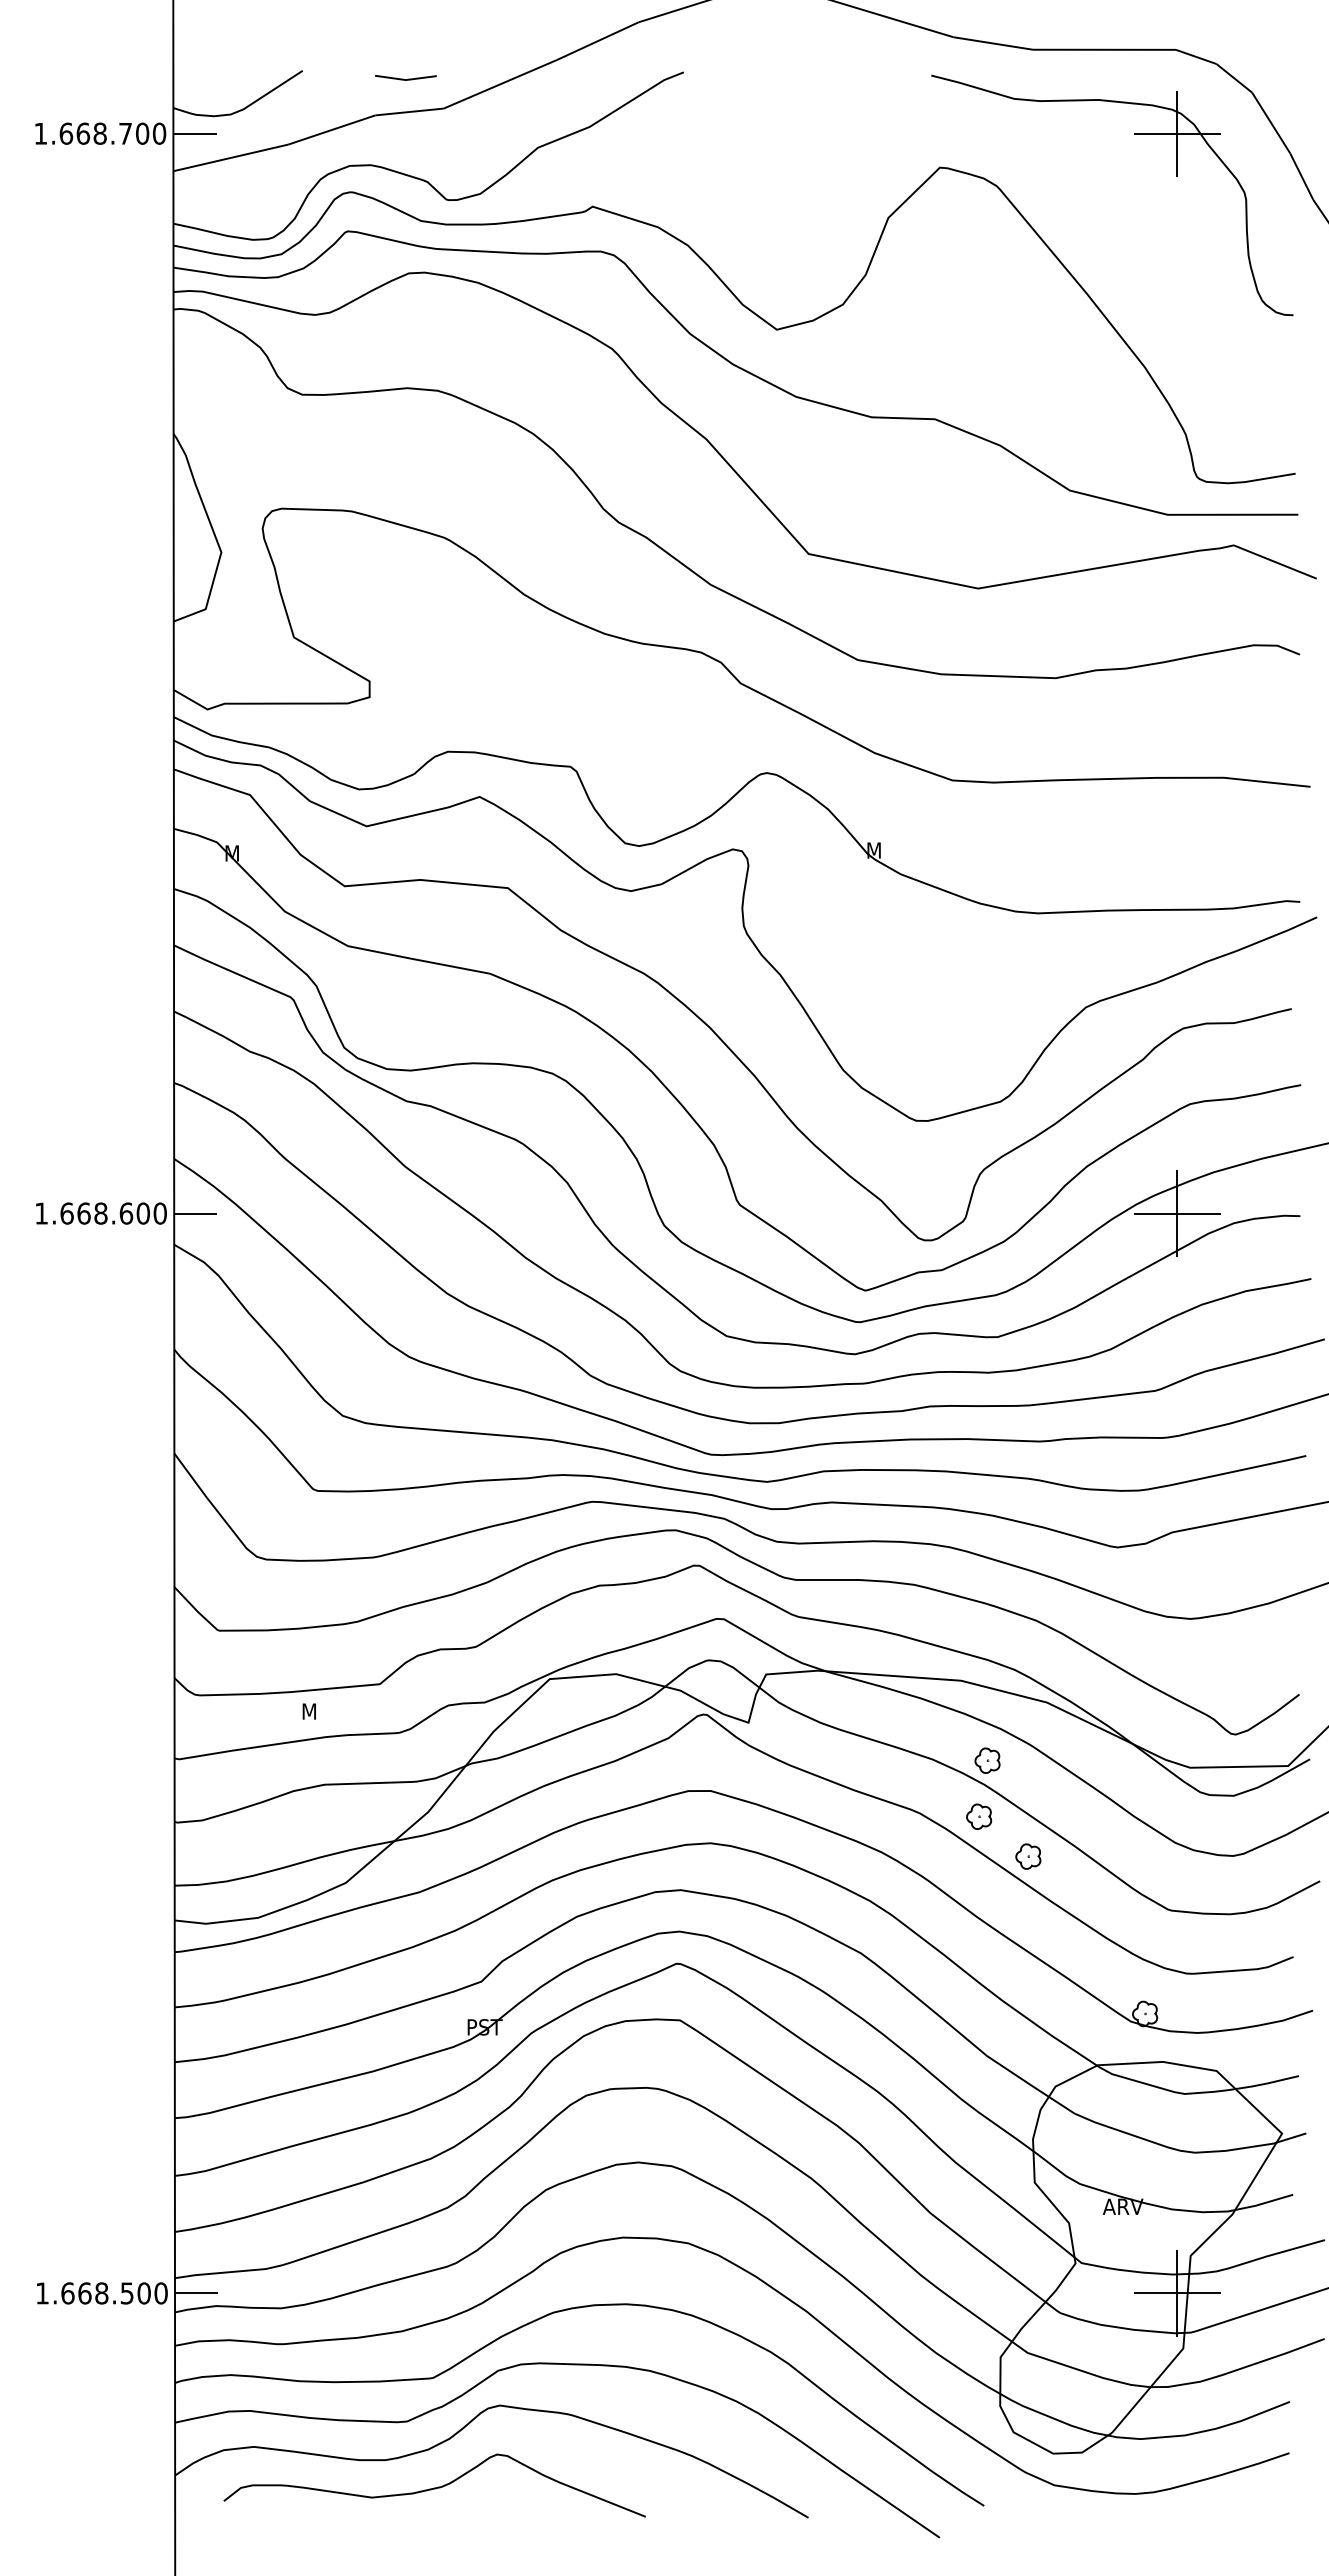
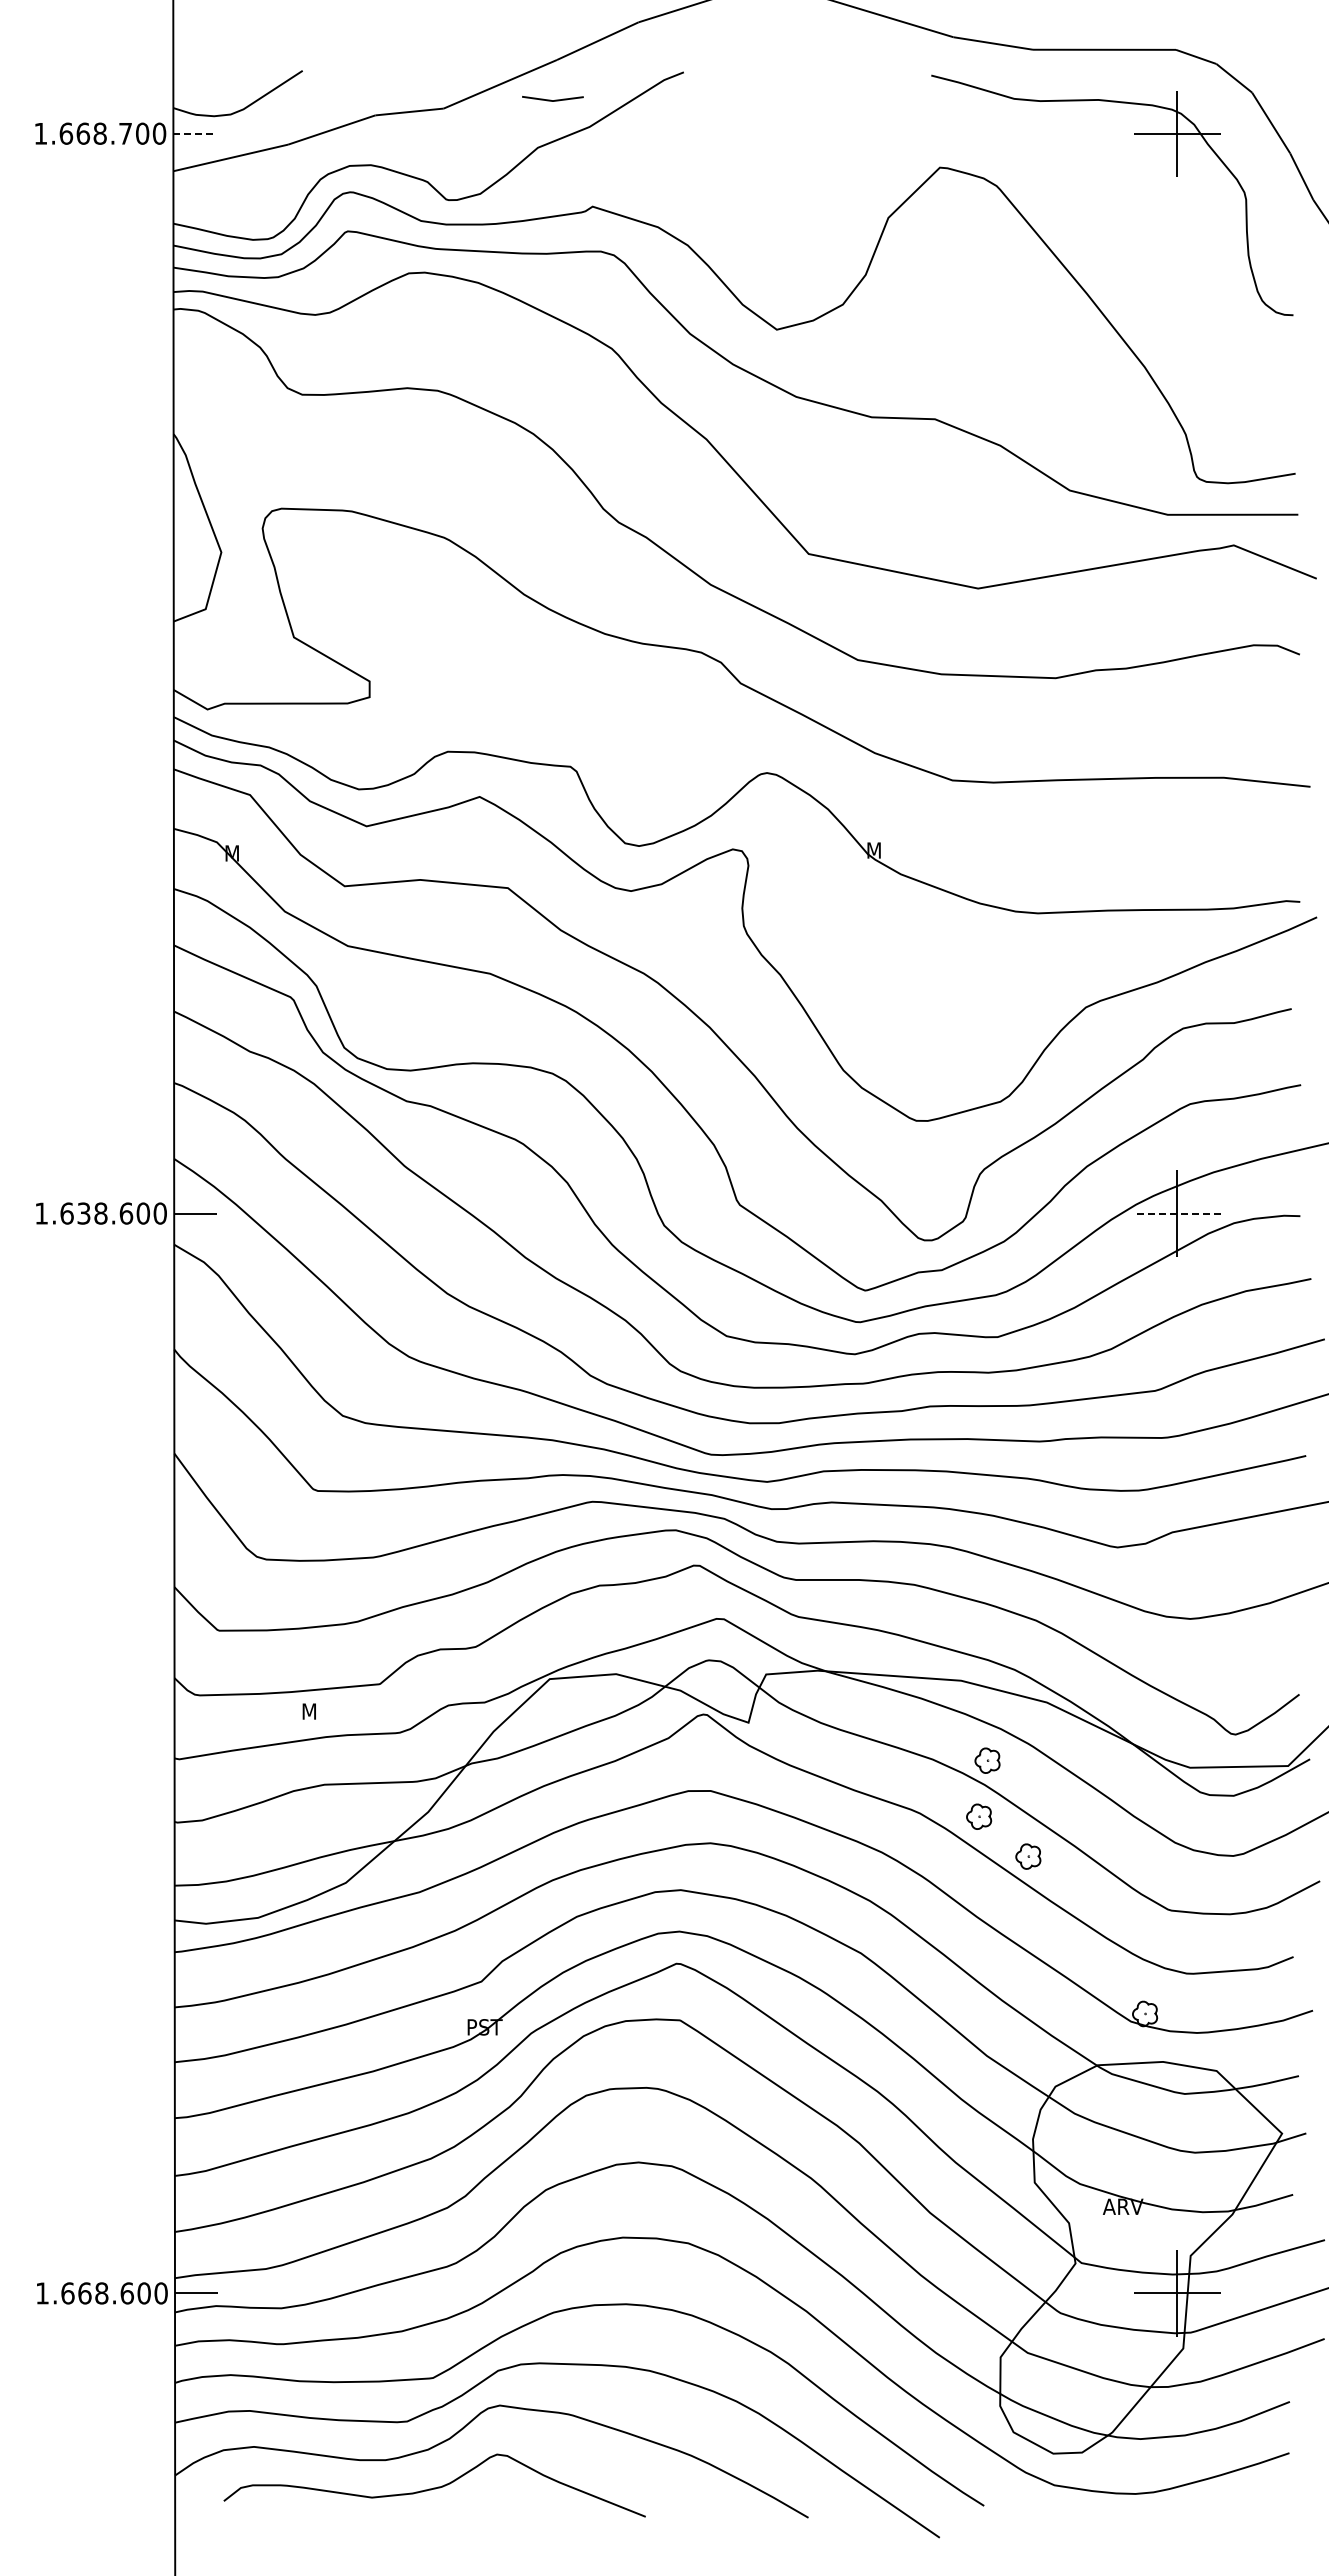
line at (405, 79) position: (405, 79) -> (552, 100)
line at (195, 133): solid -> dashed
text at (83, 1213): 1.668.600 -> 1.638.600
line at (1176, 1213): solid -> dashed
text at (126, 2293): 1.668.500 -> 1.668.600
